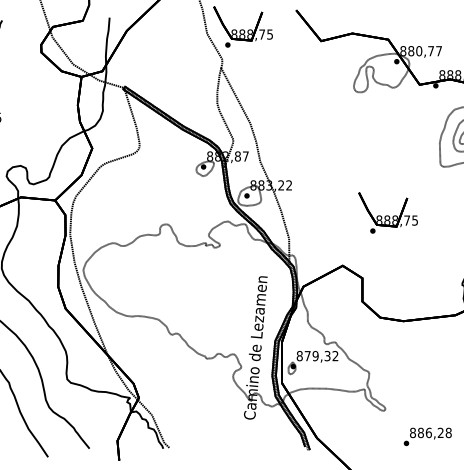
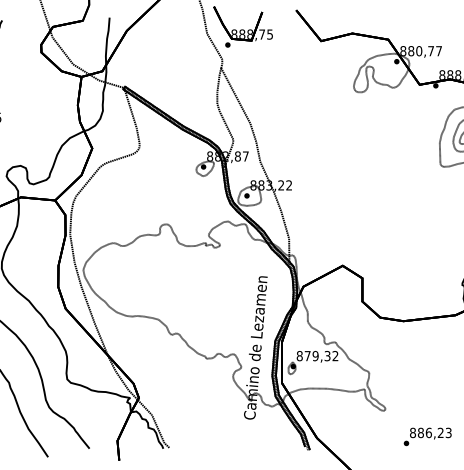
part at (387, 212): present -> none
text at (448, 432): 886,28 -> 886,23
